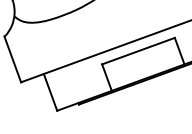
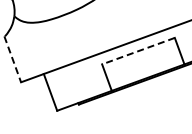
line at (138, 51): solid -> dashed
line at (12, 59): solid -> dashed
